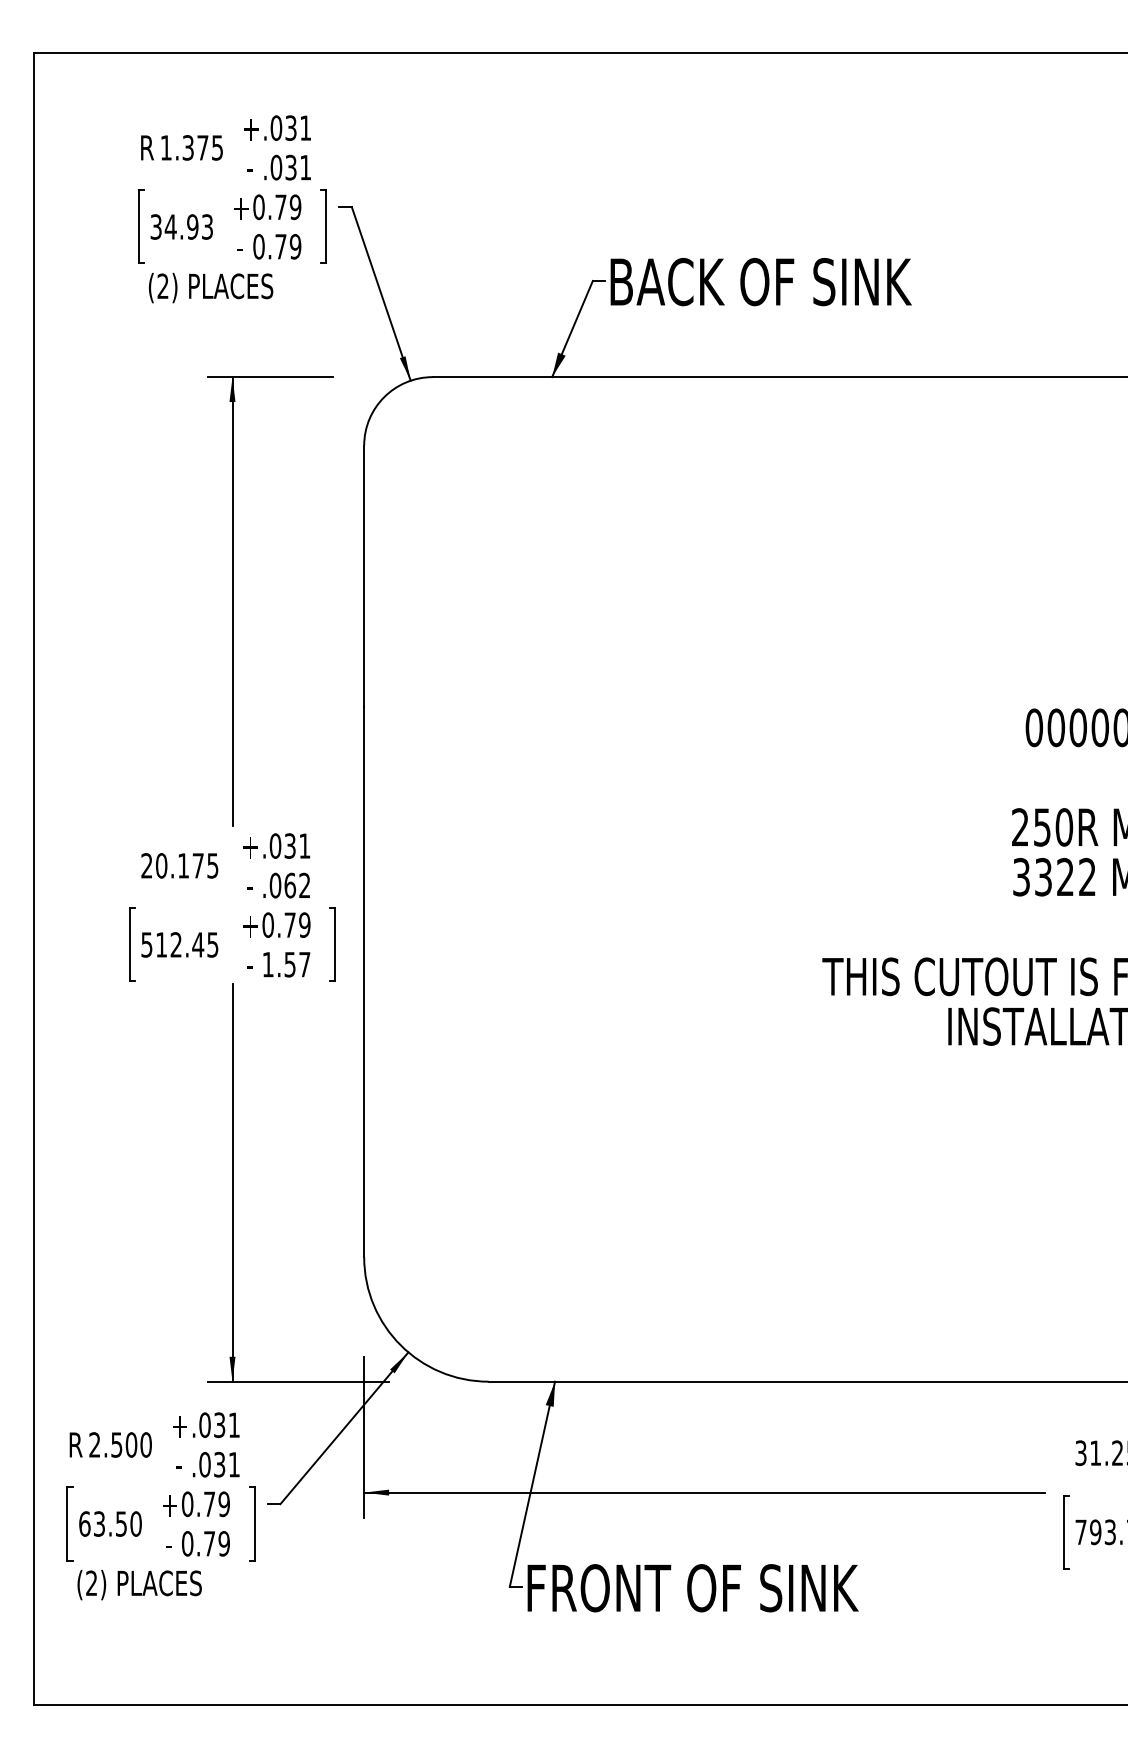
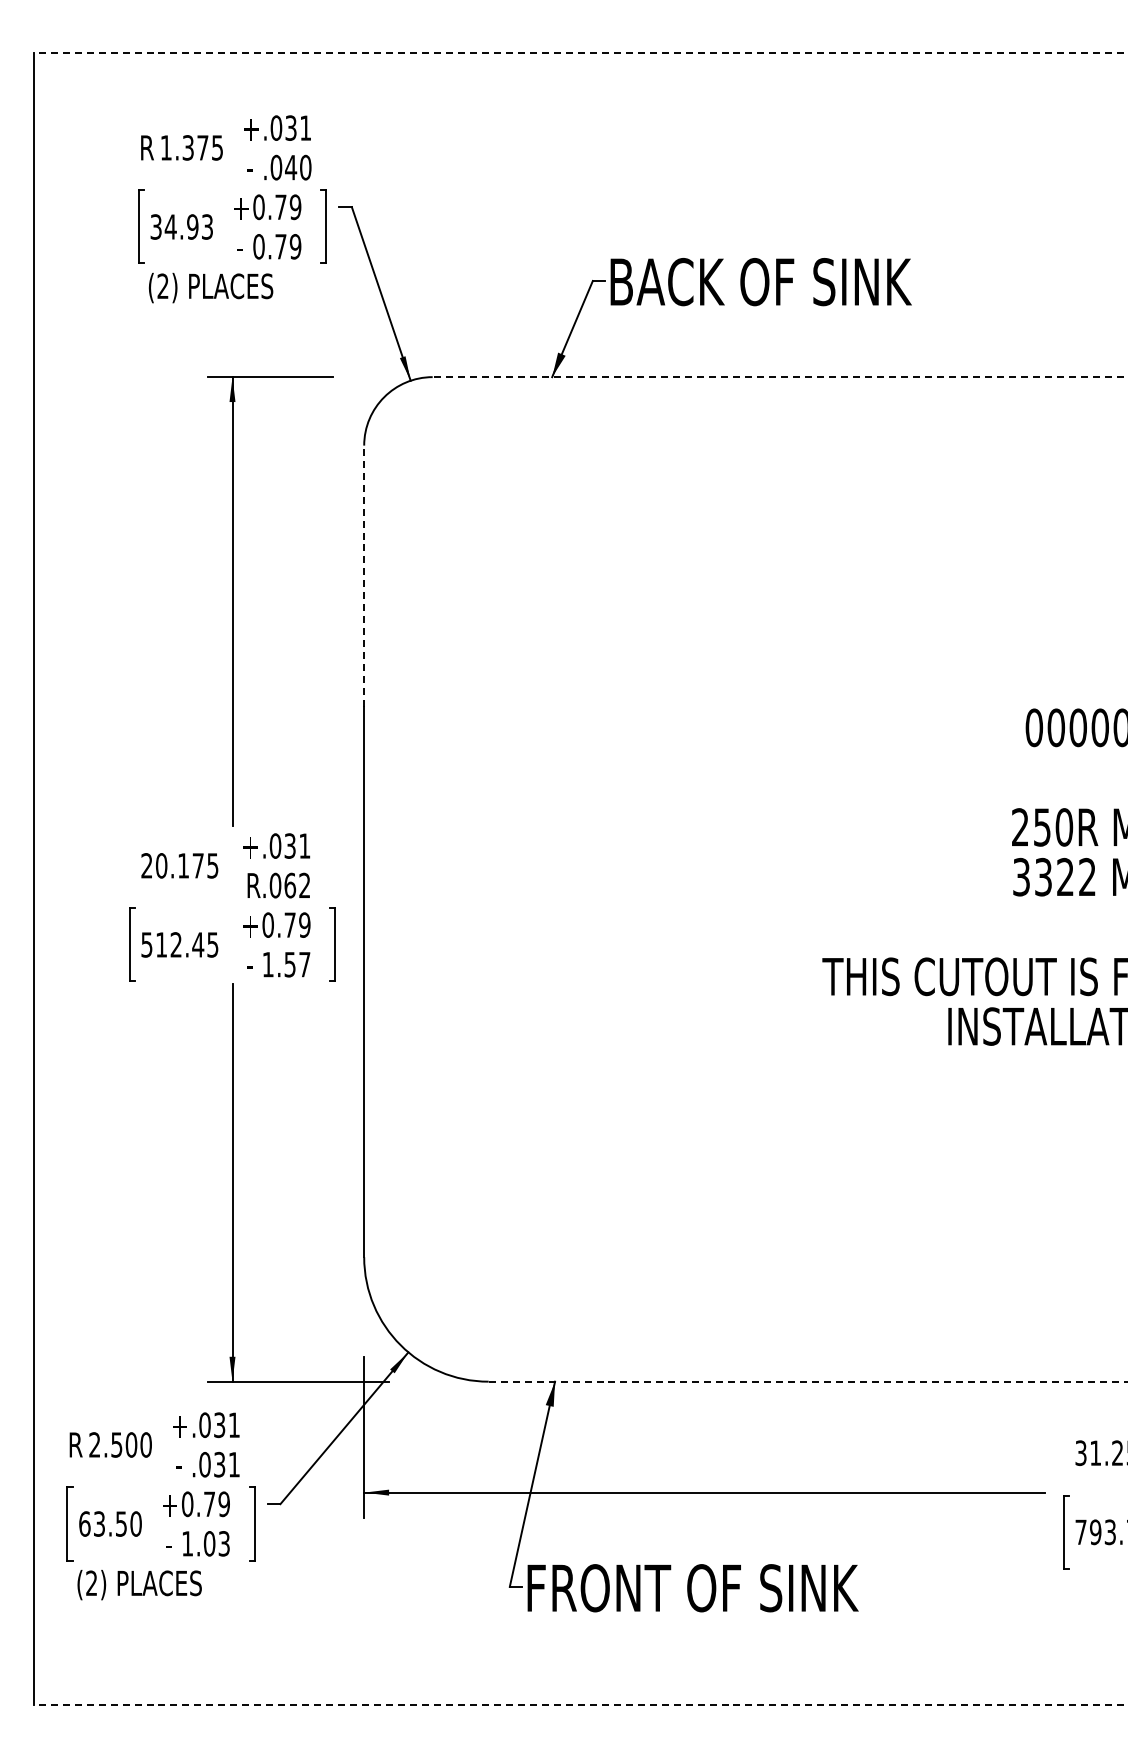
line at (580, 52): solid -> dashed
text at (298, 167): .031 -> .040
line at (779, 377): solid -> dashed
line at (364, 576): solid -> dashed
text at (253, 885): - -> R
line at (808, 1381): solid -> dashed
text at (205, 1543): 0.79 -> 1.03
line at (580, 1705): solid -> dashed
